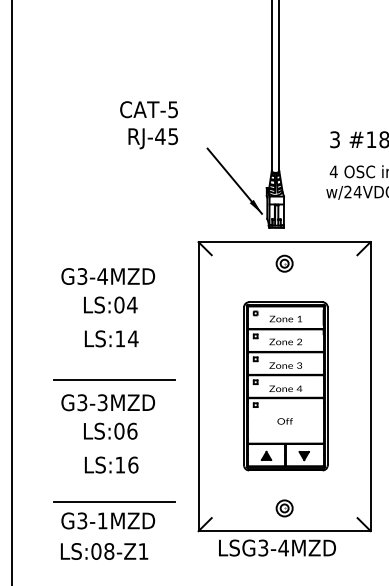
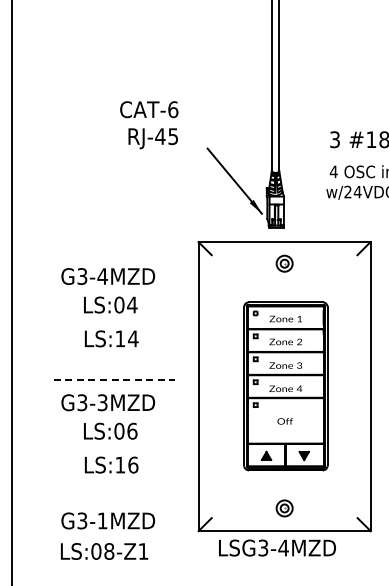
text at (173, 109): CAT-5 -> CAT-6
line at (114, 380): solid -> dashed
line at (113, 501): present -> none
